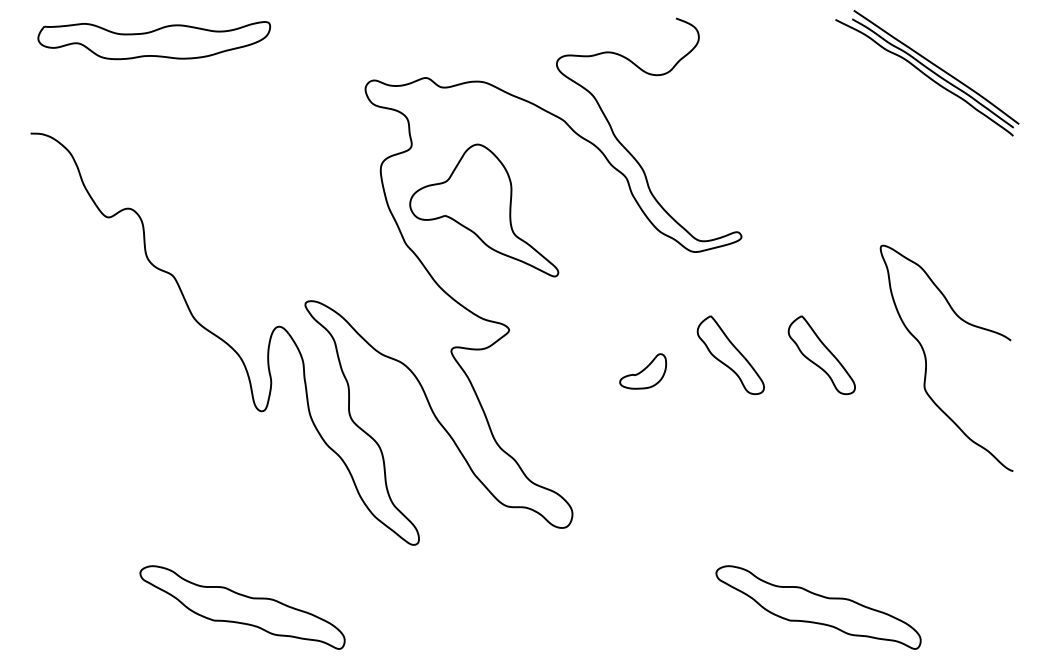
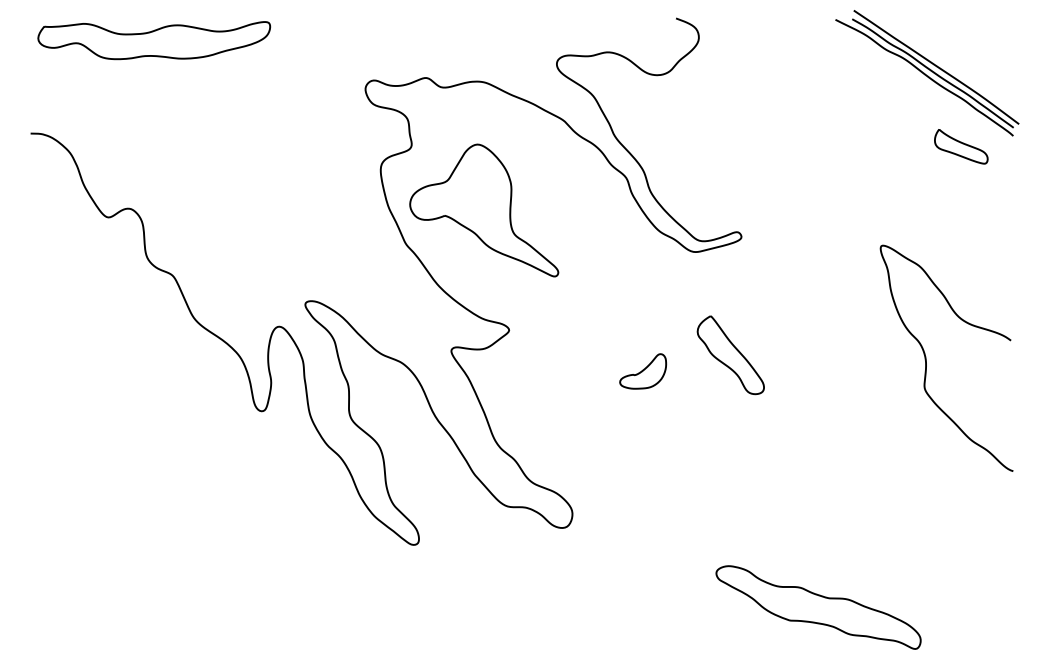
part at (961, 146): none -> present
part at (821, 355): present -> none
part at (242, 607): present -> none
